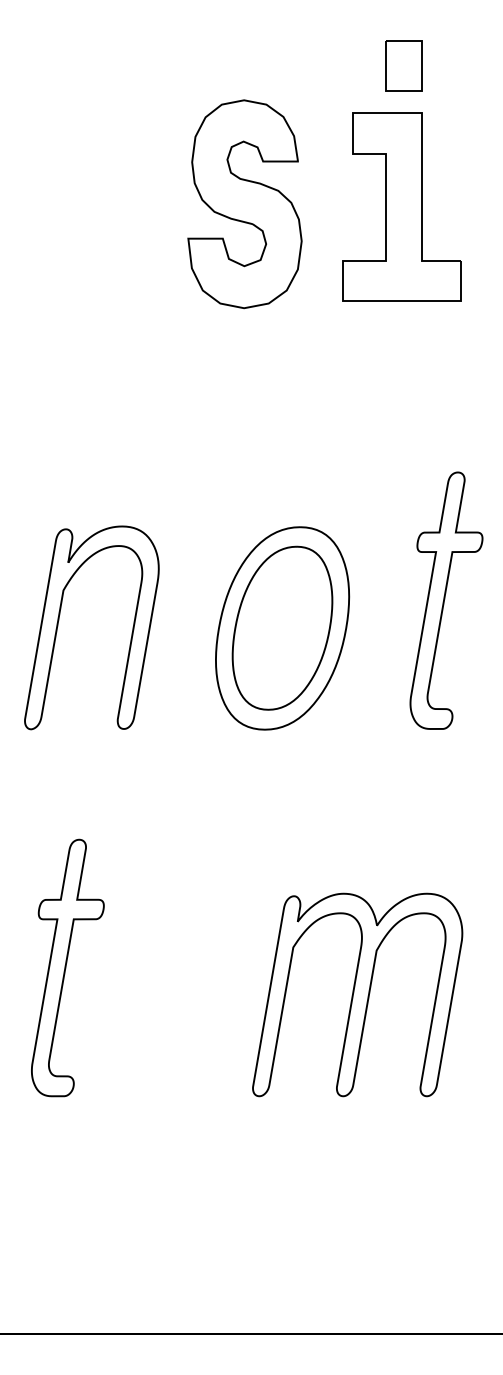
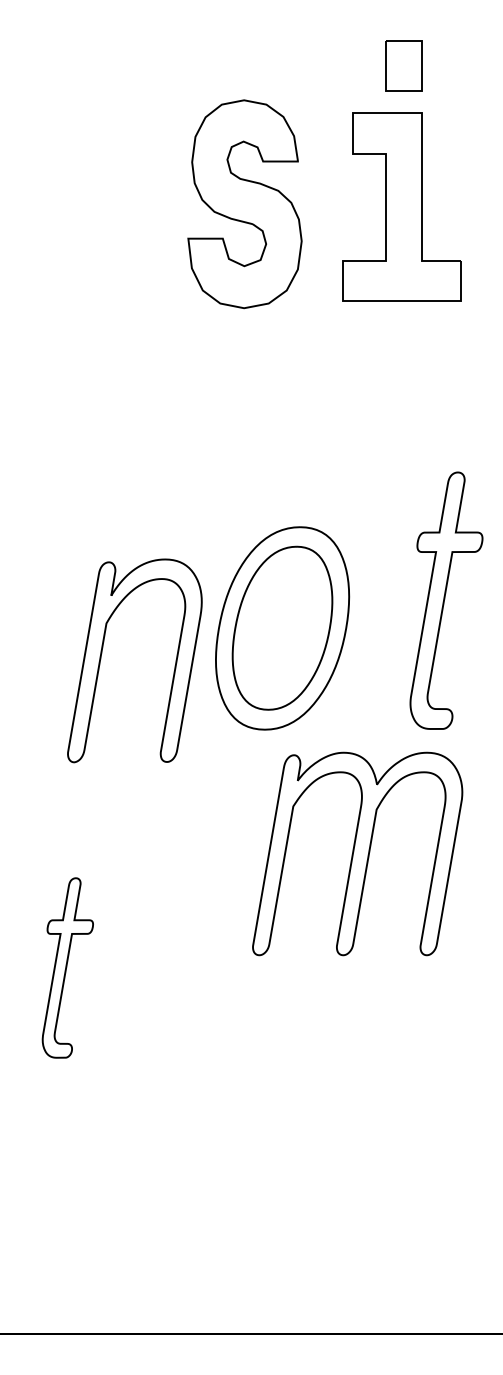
part at (59, 620) position: (59, 620) -> (102, 653)
part at (67, 967) size: 74x260 px -> 53x182 px
part at (357, 994) position: (357, 994) -> (357, 853)
